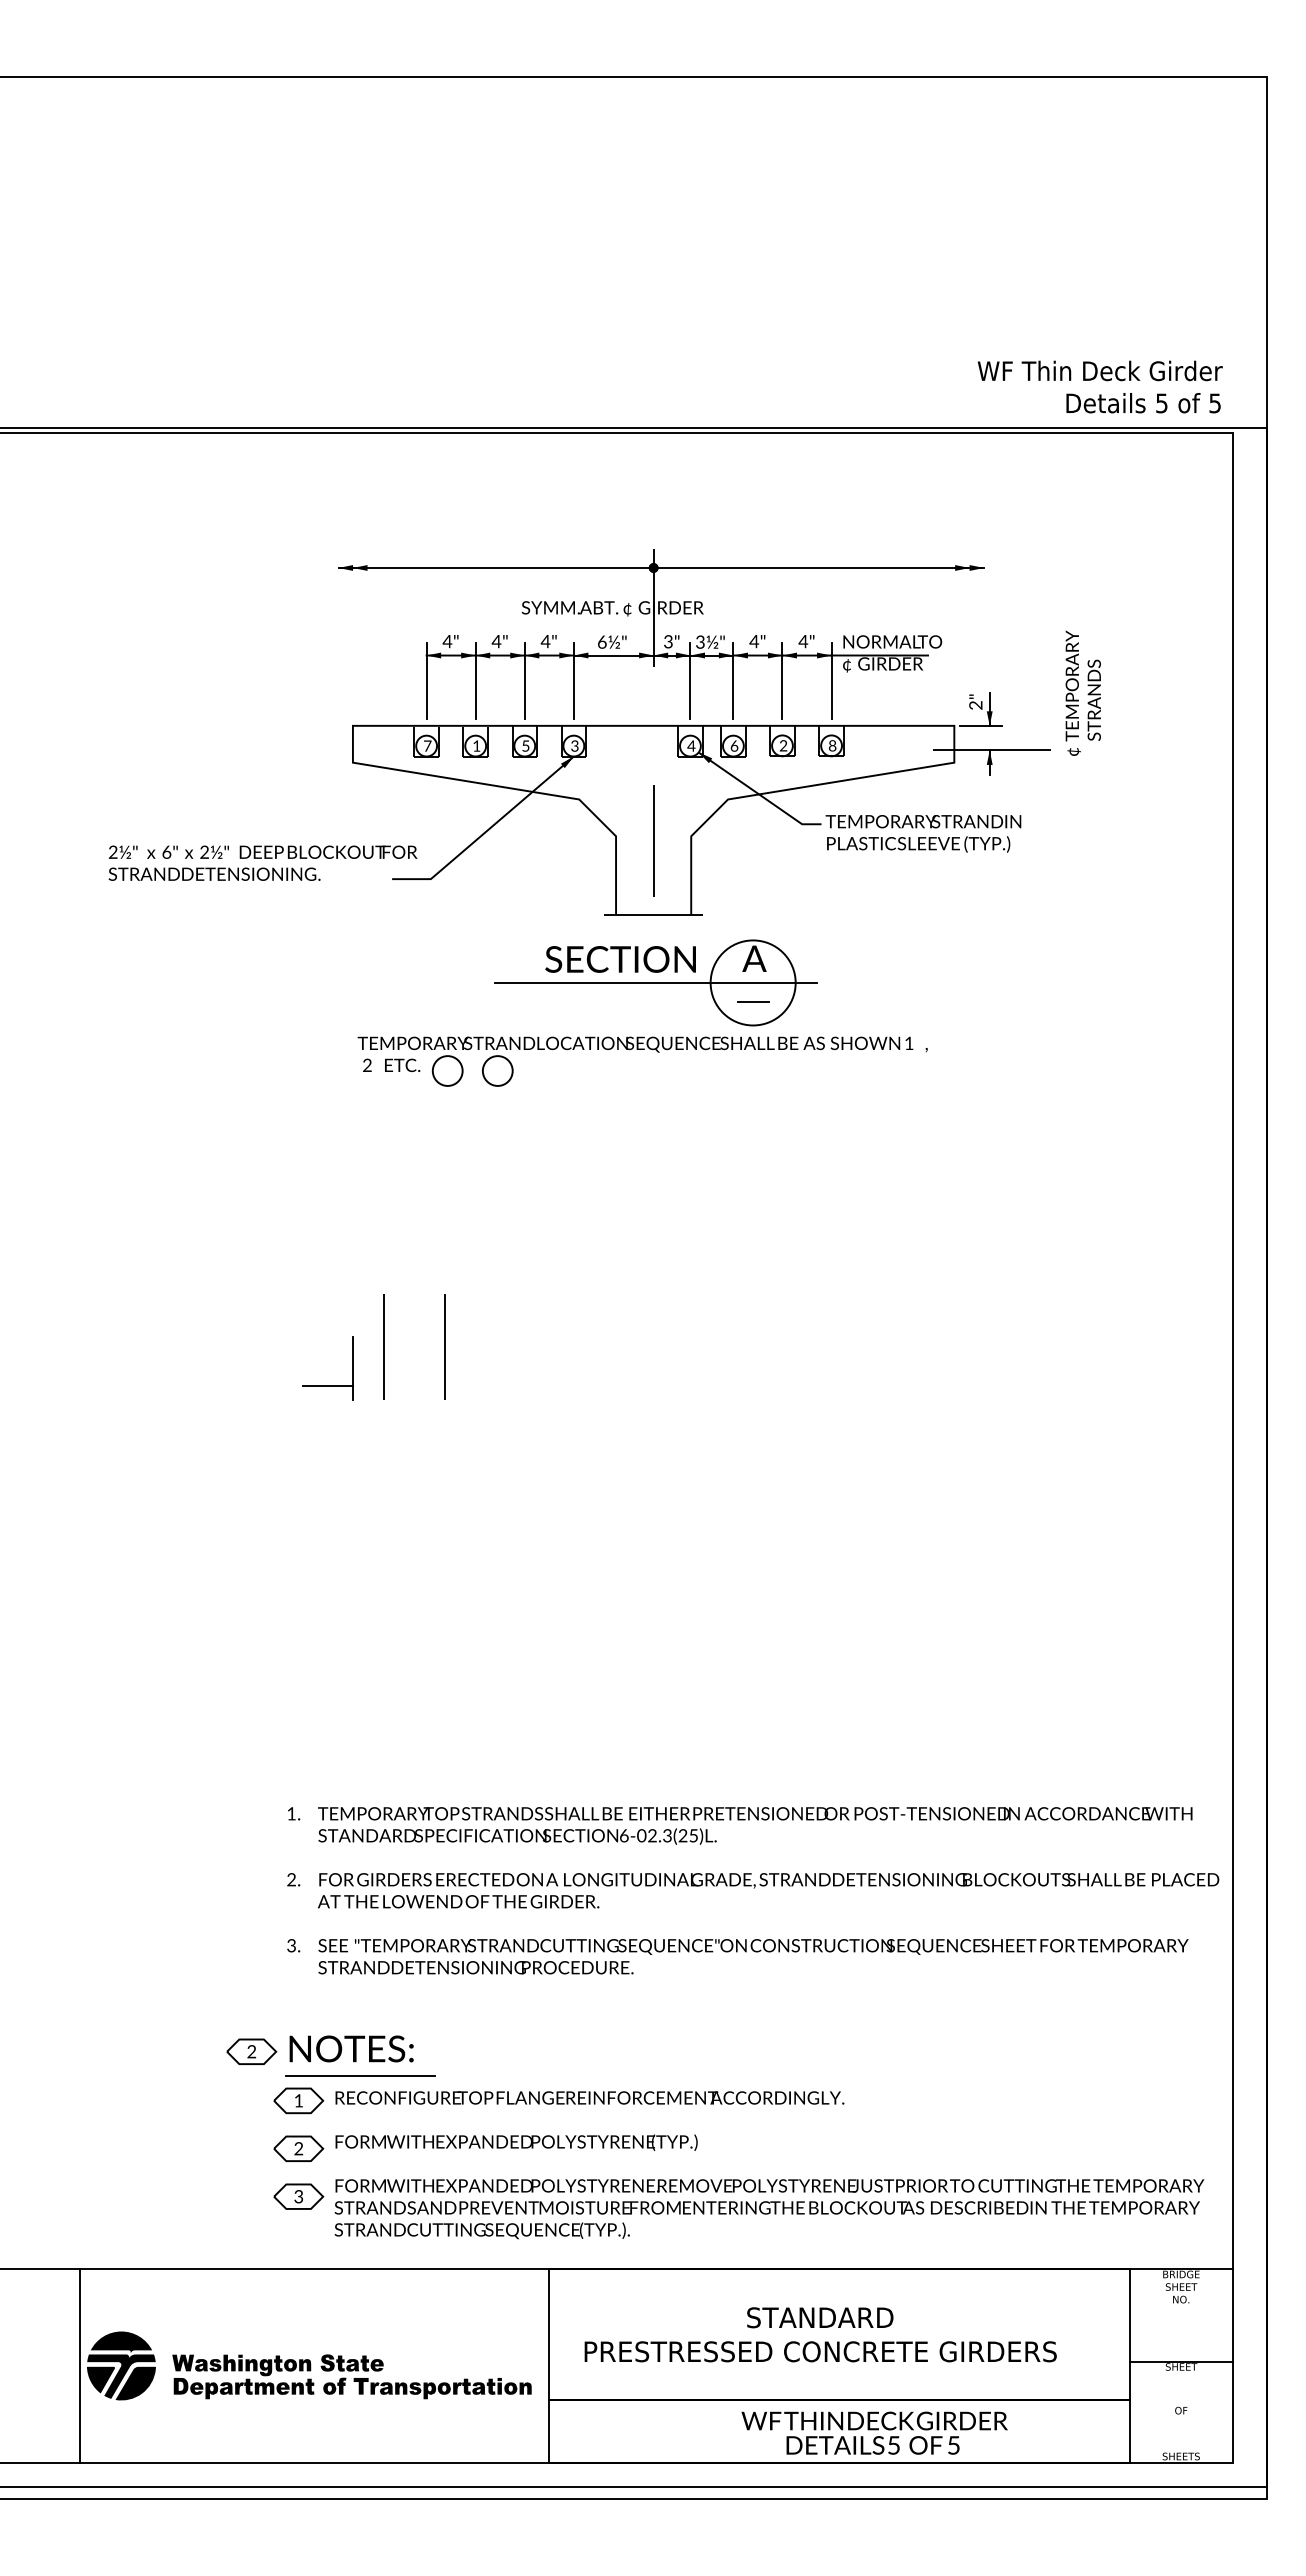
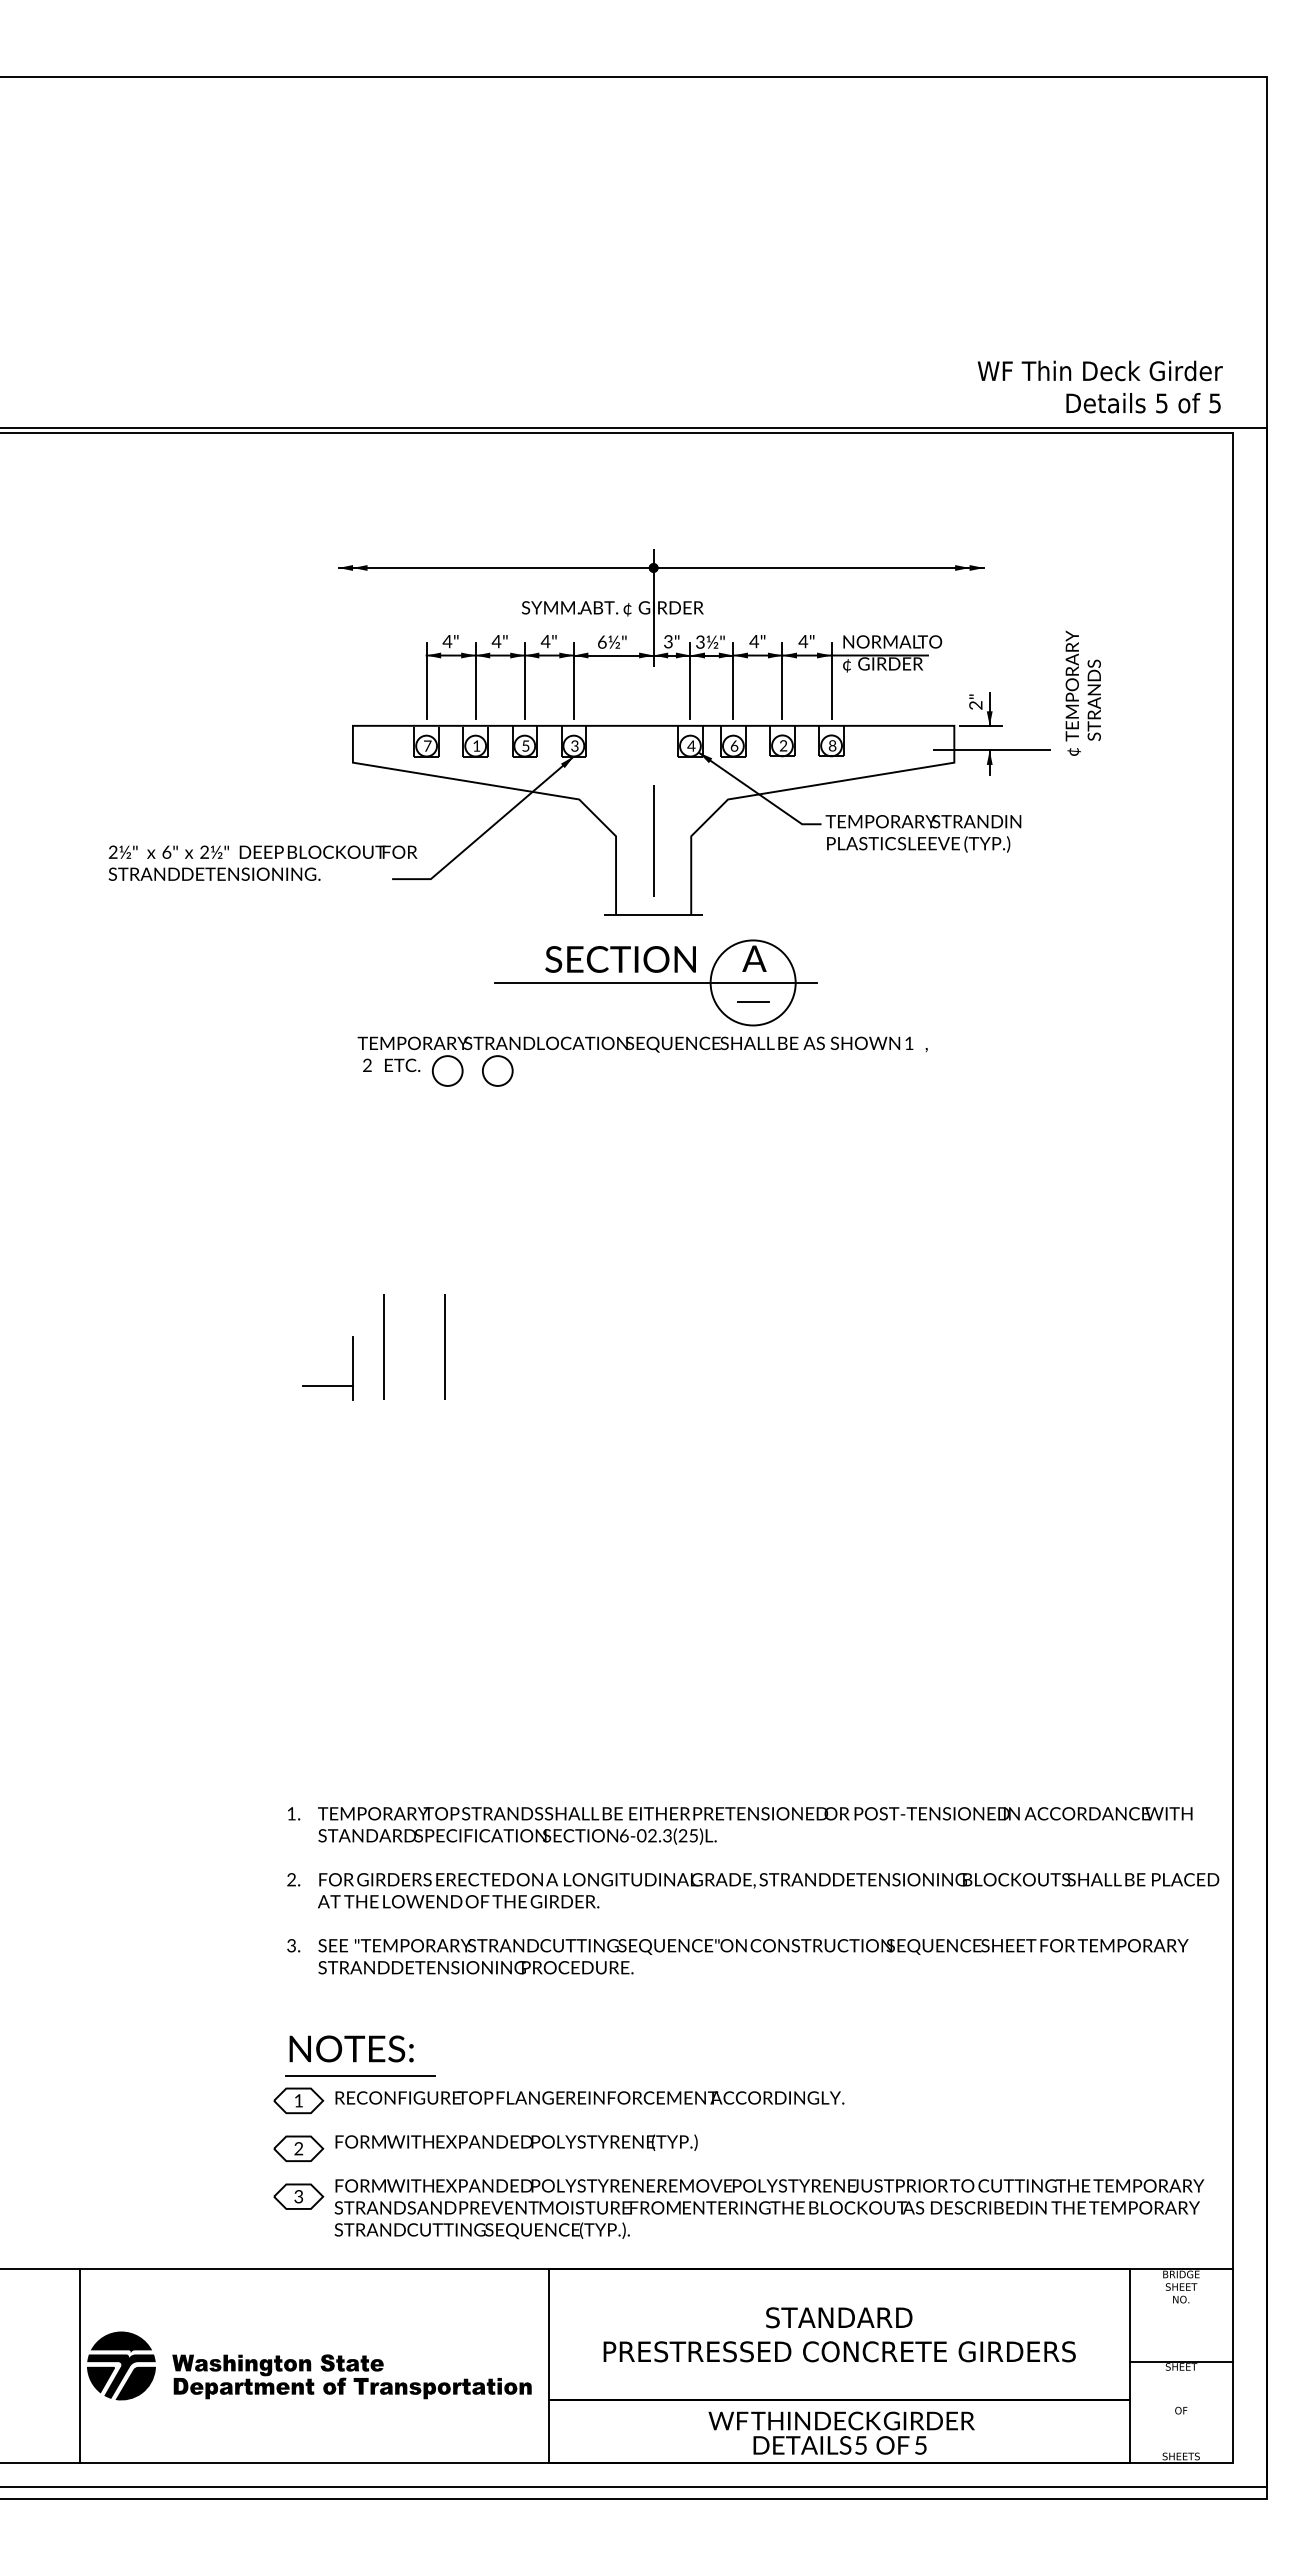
part at (251, 2051): present -> none
text at (820, 2334) position: (820, 2334) -> (839, 2334)
text at (874, 2432) position: (874, 2432) -> (841, 2432)
